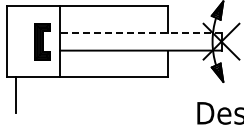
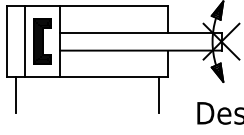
line at (140, 32): dashed -> solid
line at (24, 41): none -> present
part at (42, 41) size: 17x38 px -> 19x47 px
line at (158, 95): none -> present
